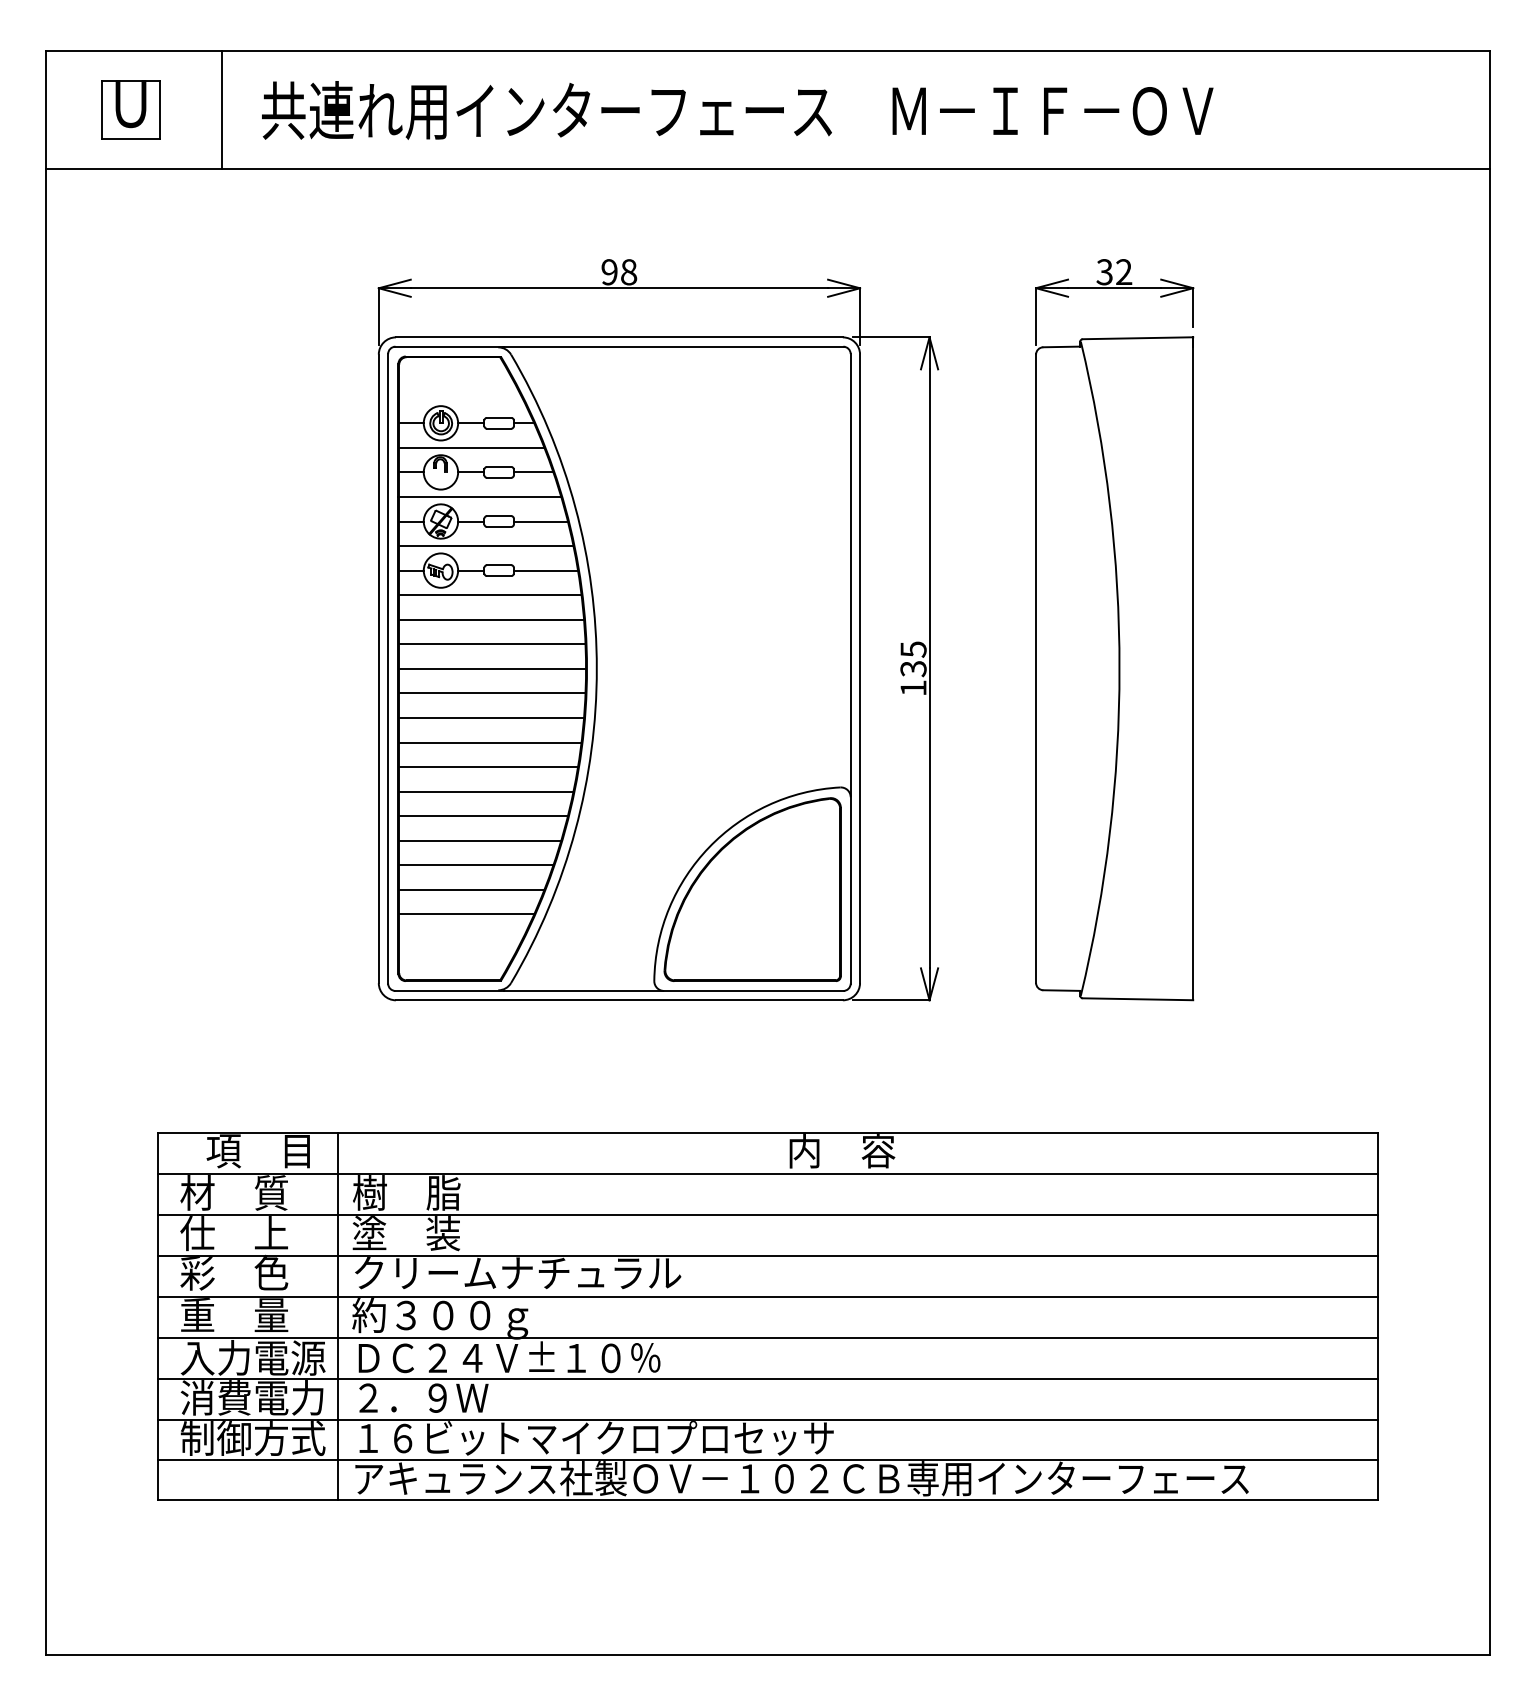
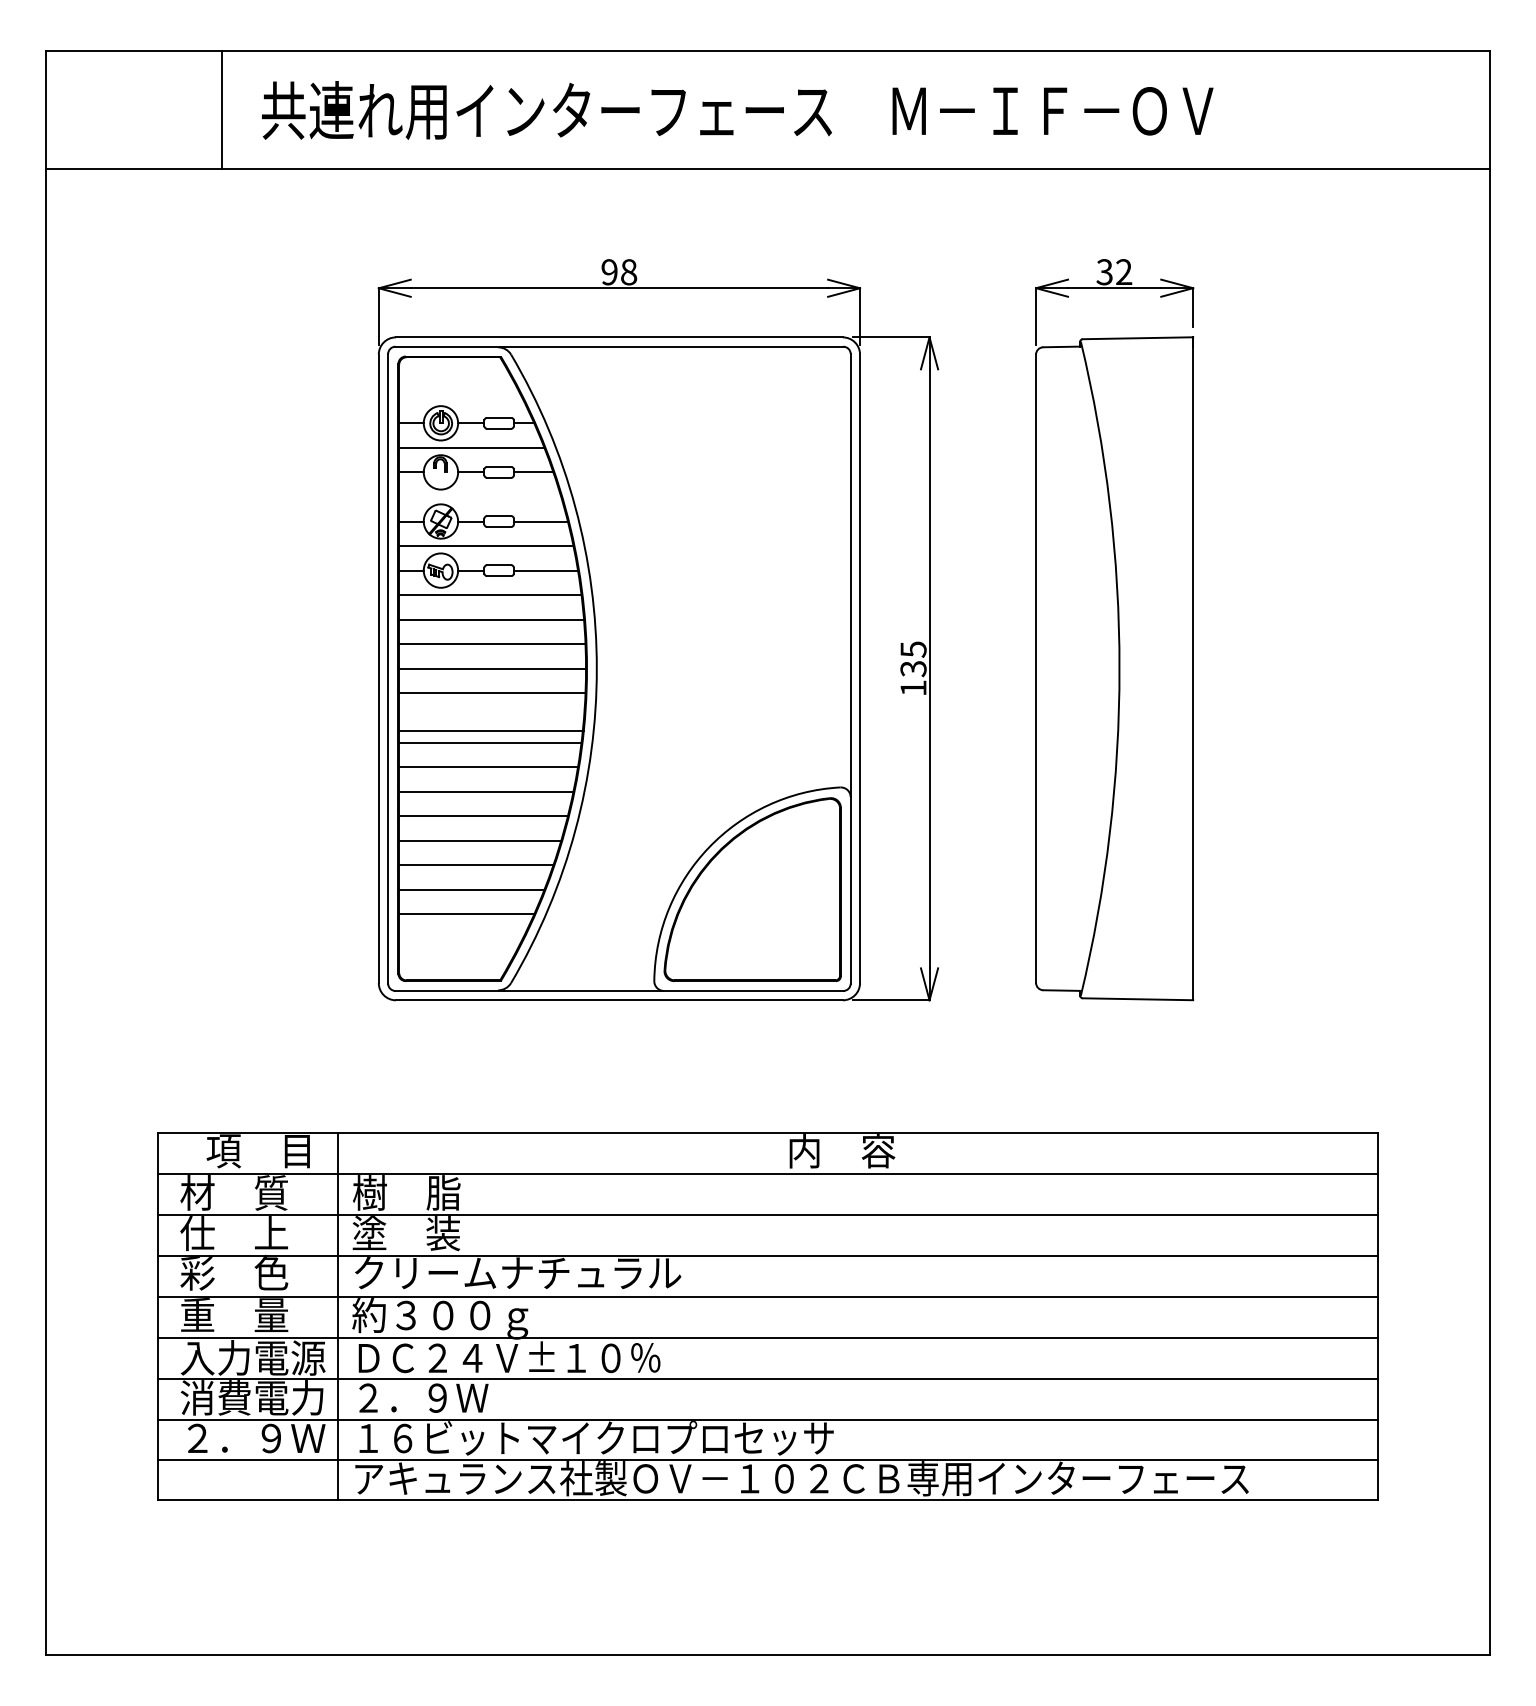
part at (130, 109): present -> none
line at (479, 496): present -> none
line at (491, 717) position: (491, 717) -> (491, 730)
text at (252, 1438): 制御方式 -> ２．９Ｗ
